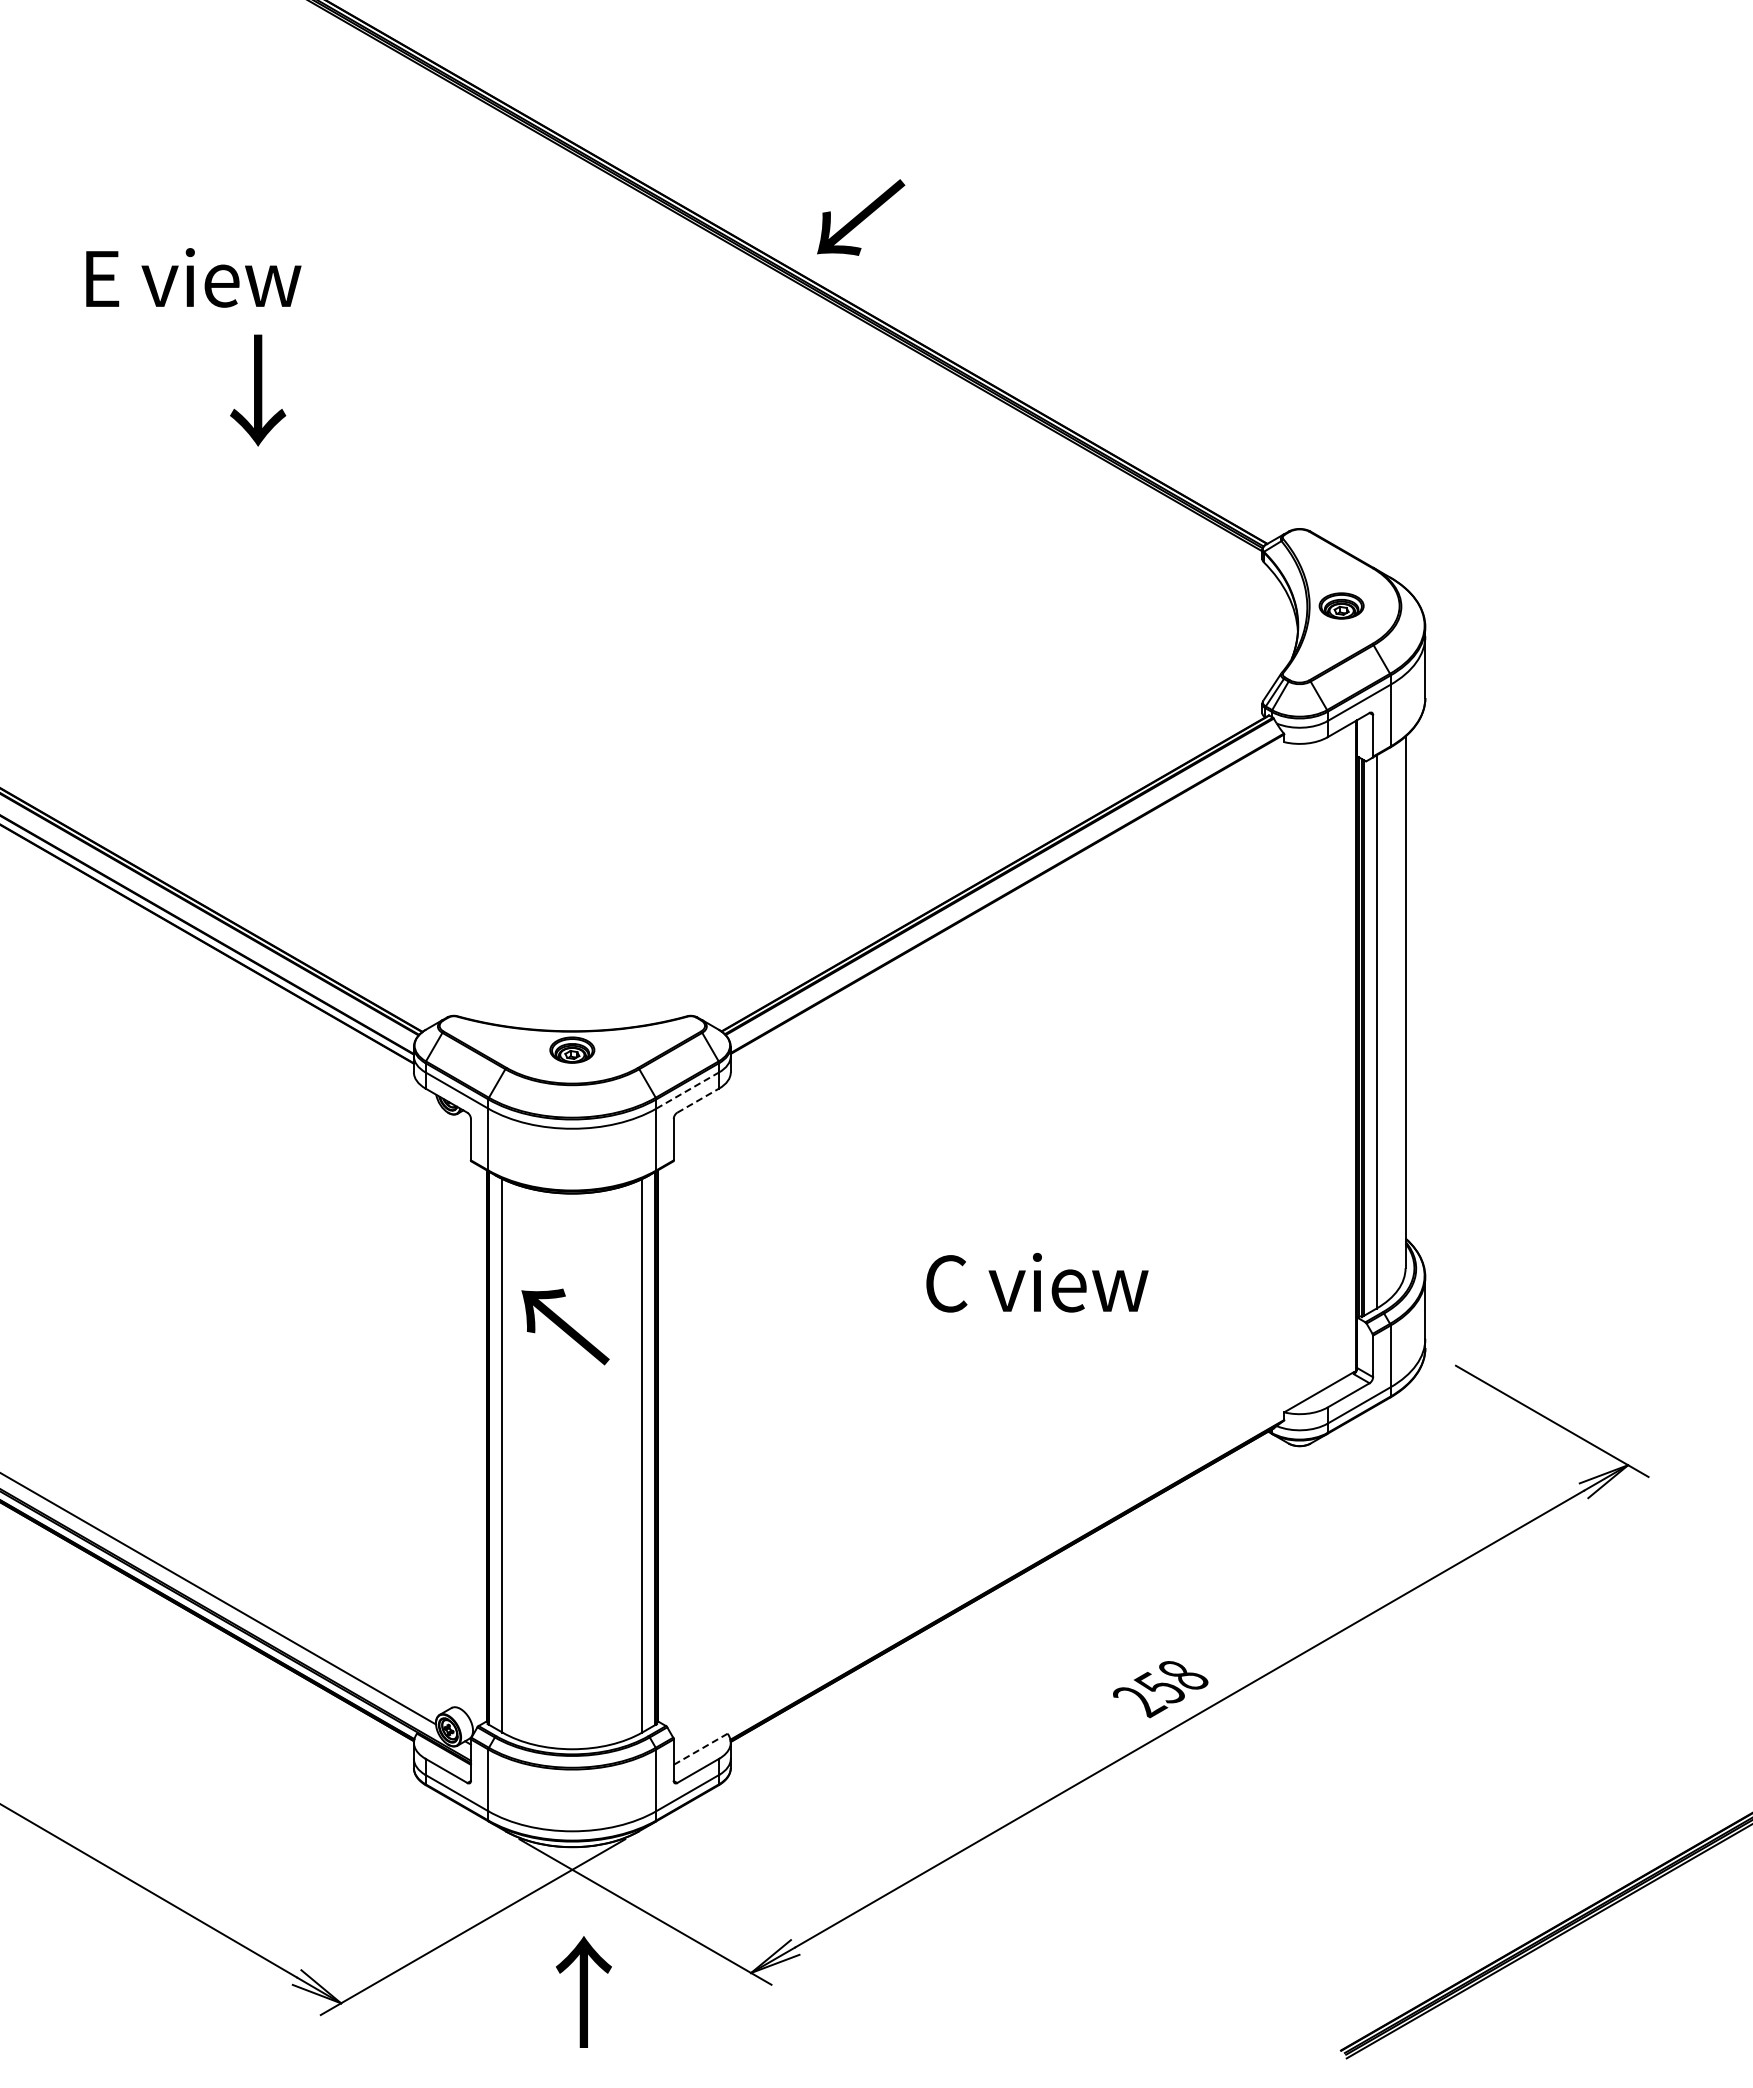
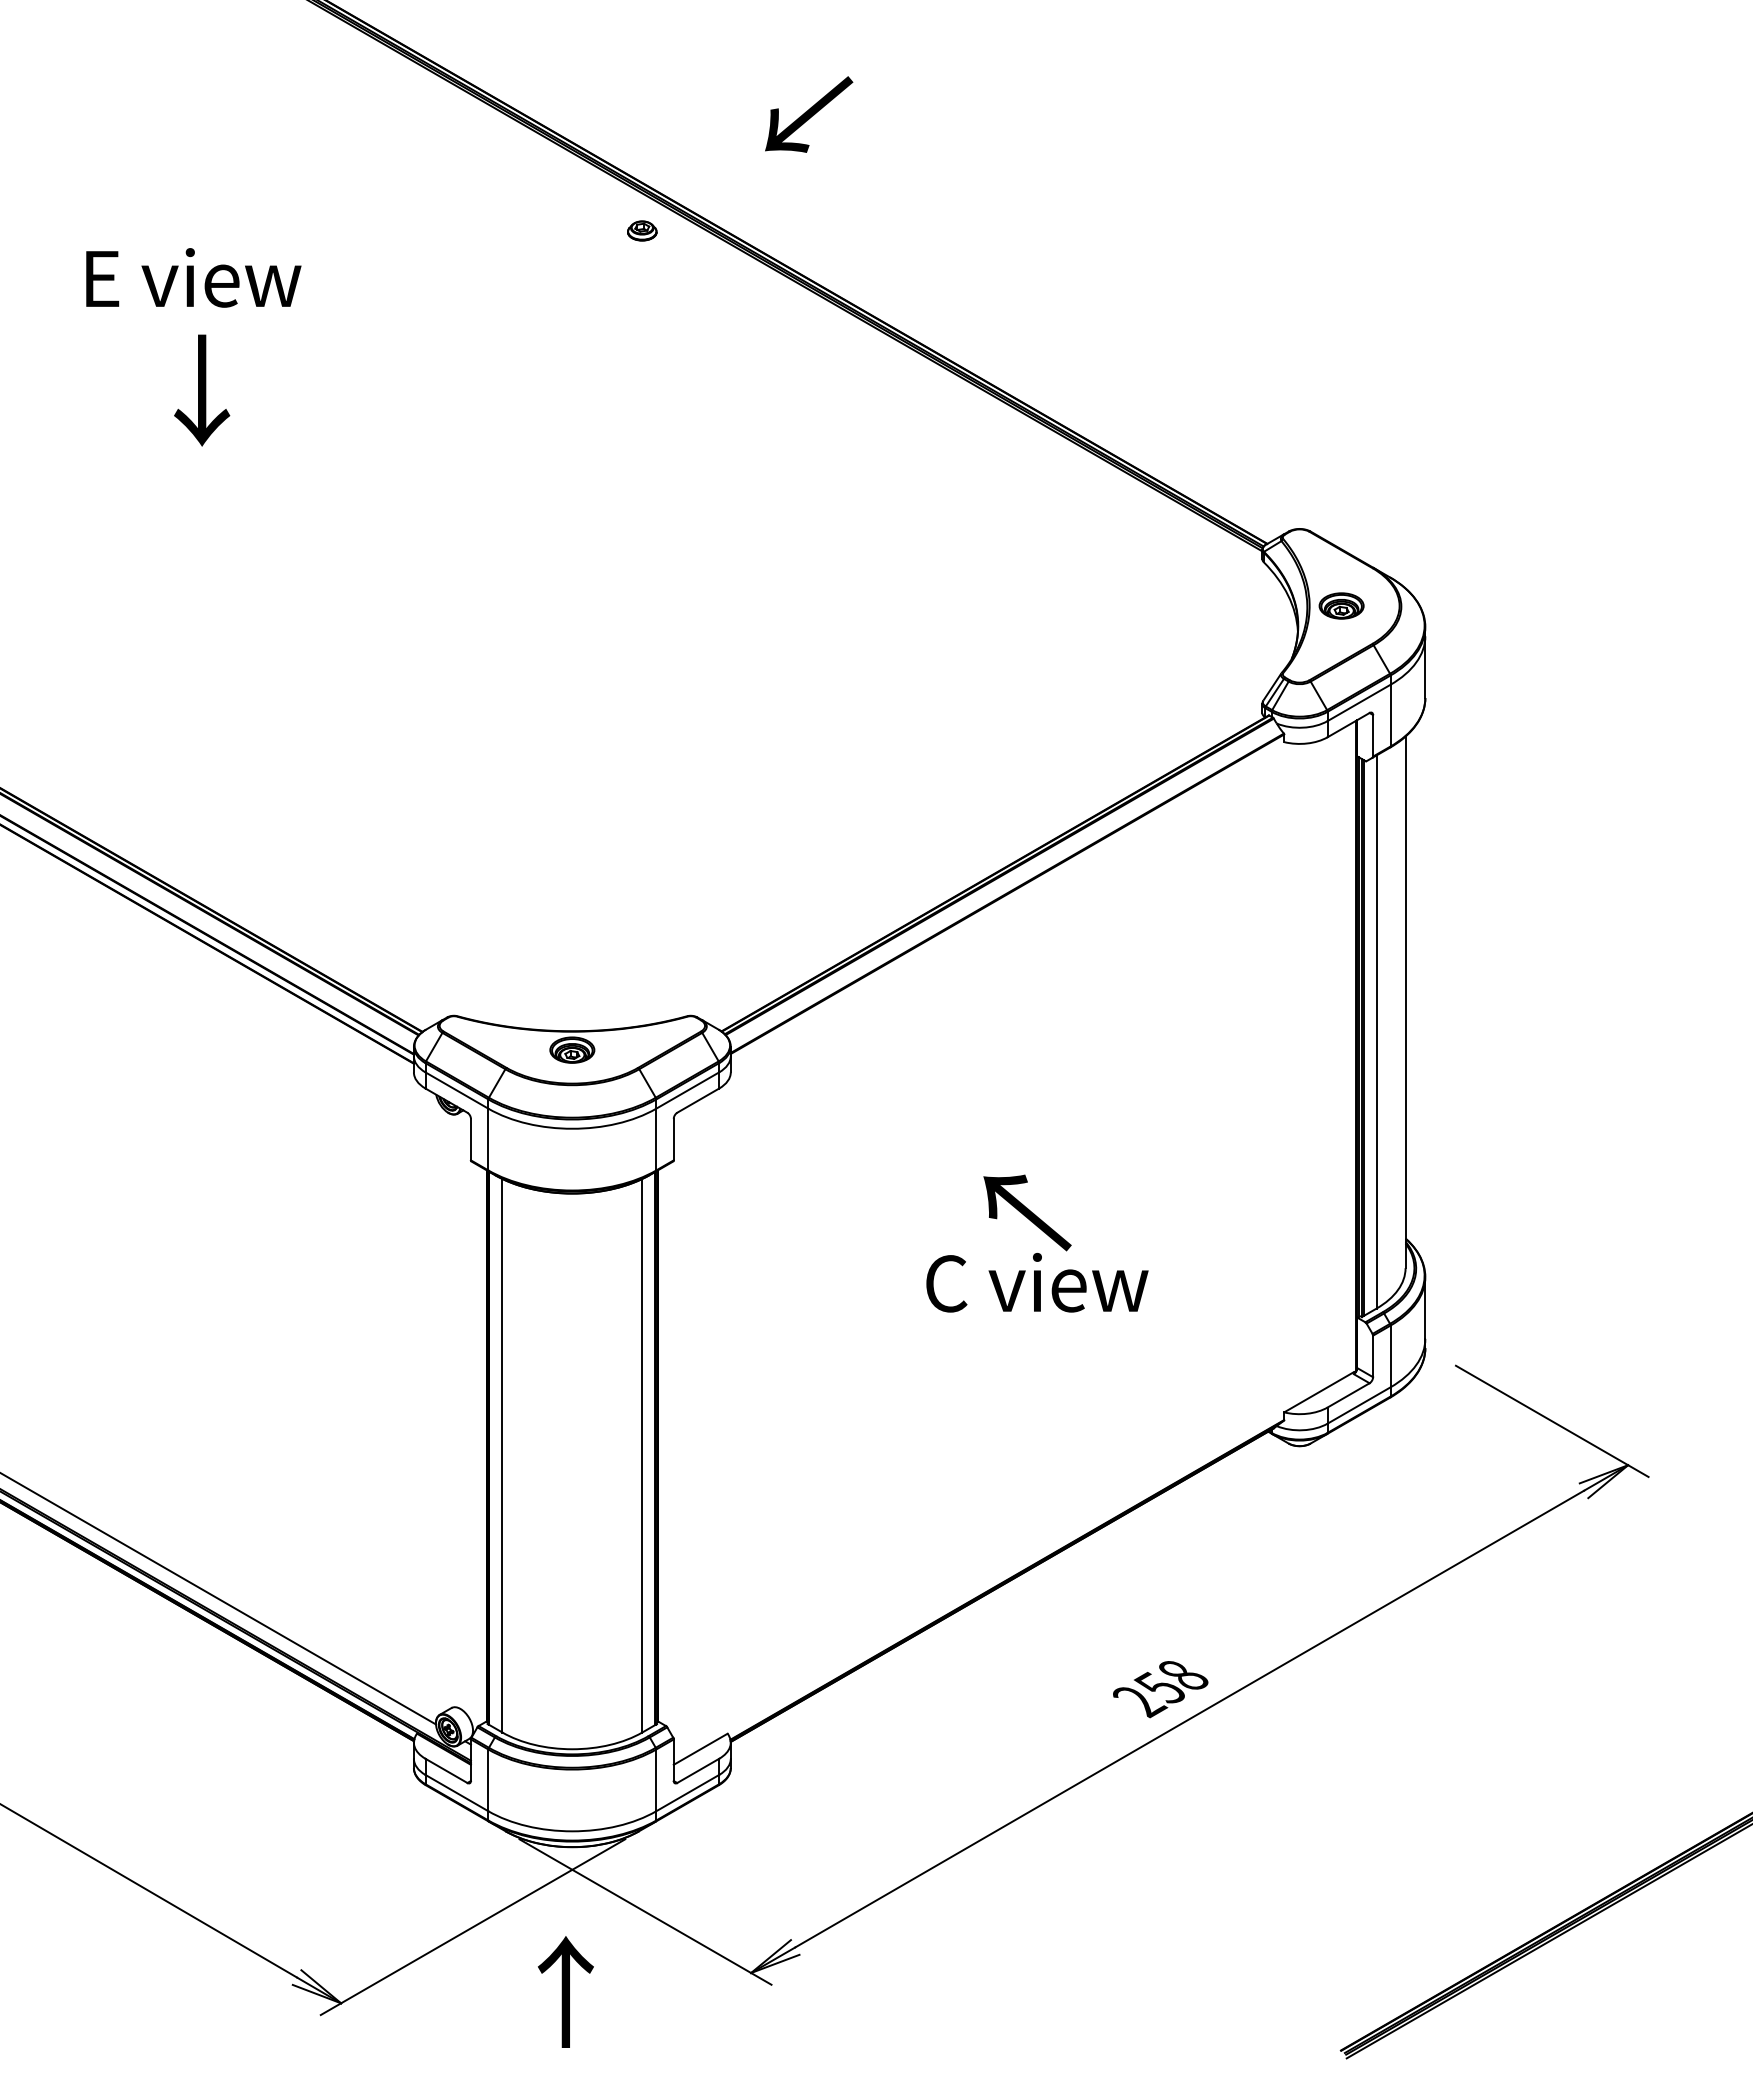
text at (861, 217) position: (861, 217) -> (809, 114)
part at (642, 230): none -> present
text at (258, 390) position: (258, 390) -> (202, 390)
line at (688, 1090): dashed -> solid
line at (698, 1100): dashed -> solid
text at (565, 1326) position: (565, 1326) -> (1027, 1212)
line at (700, 1749): dashed -> solid
text at (583, 1991) position: (583, 1991) -> (565, 1991)
